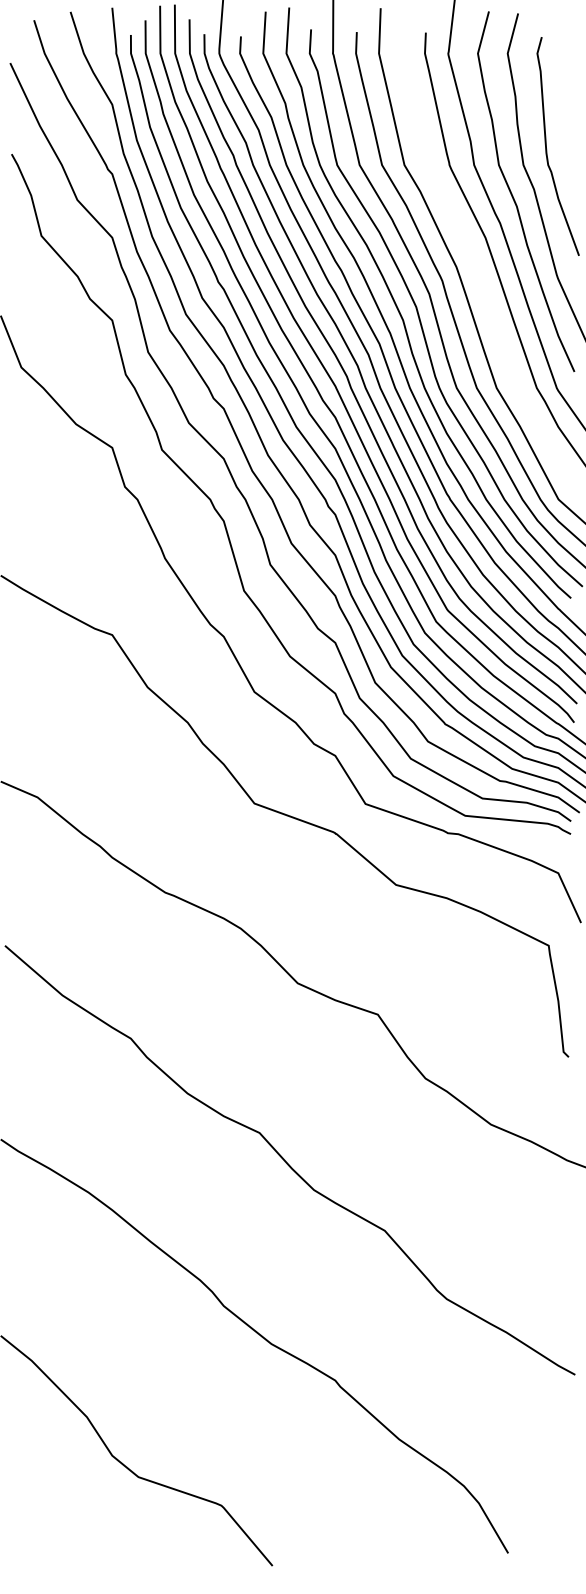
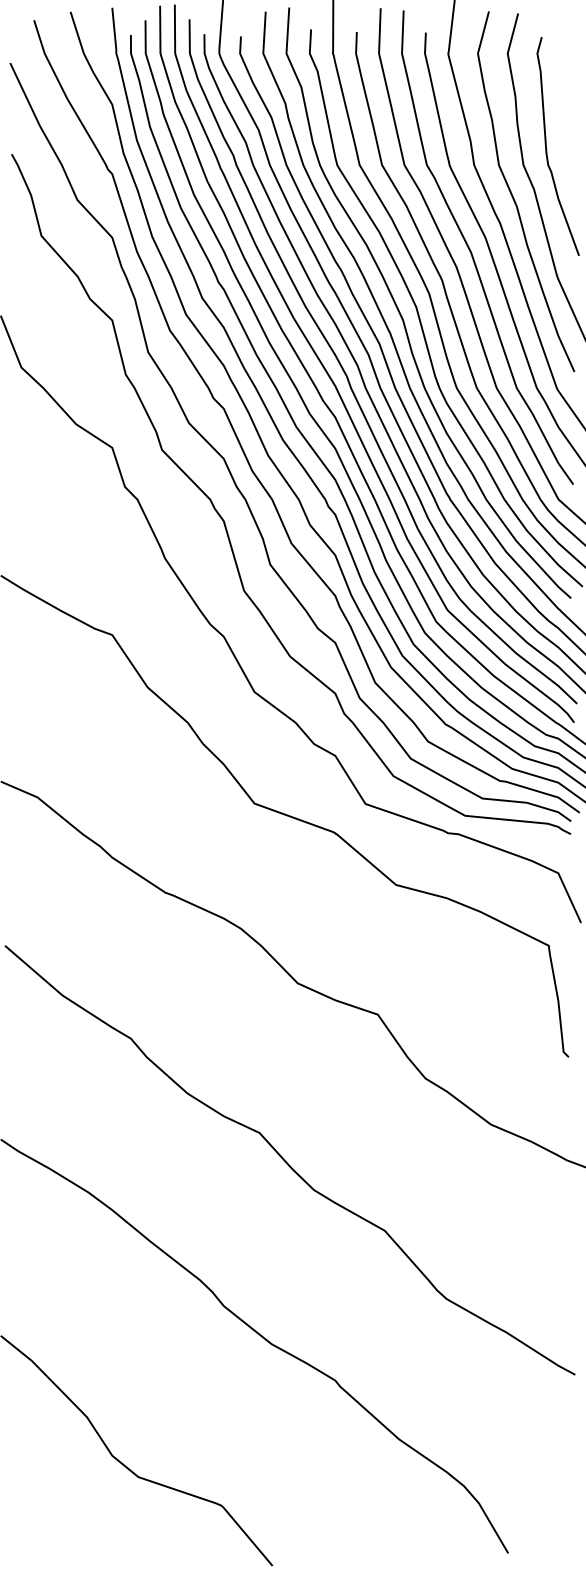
curve at (473, 255): none -> present
